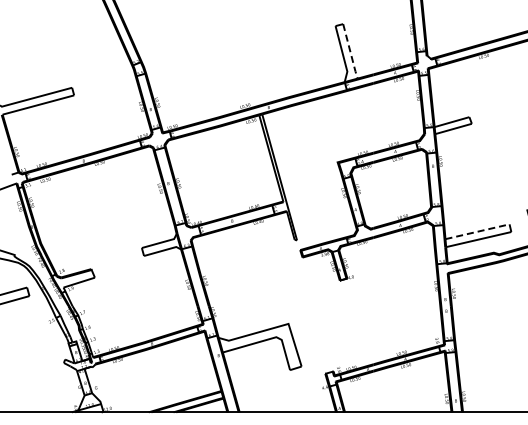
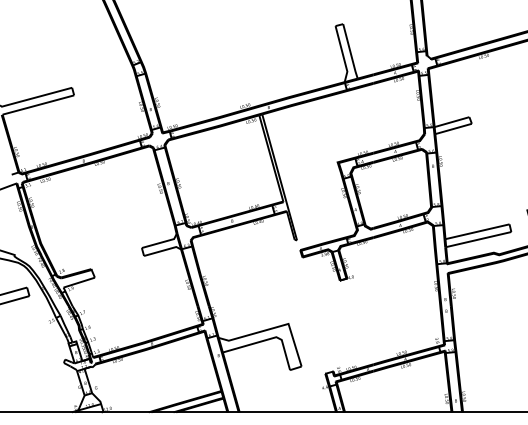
line at (350, 52): dashed -> solid
line at (477, 231): dashed -> solid
